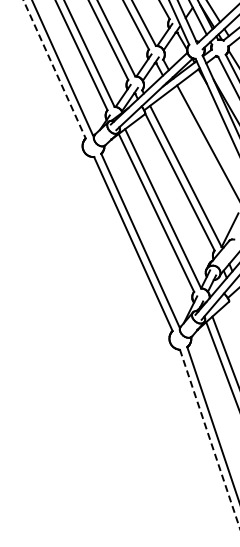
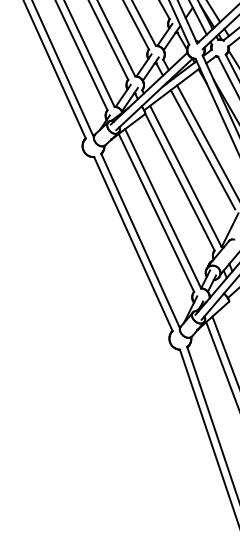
line at (54, 70): dashed -> solid
line at (202, 149): none -> present
line at (210, 439): dashed -> solid
